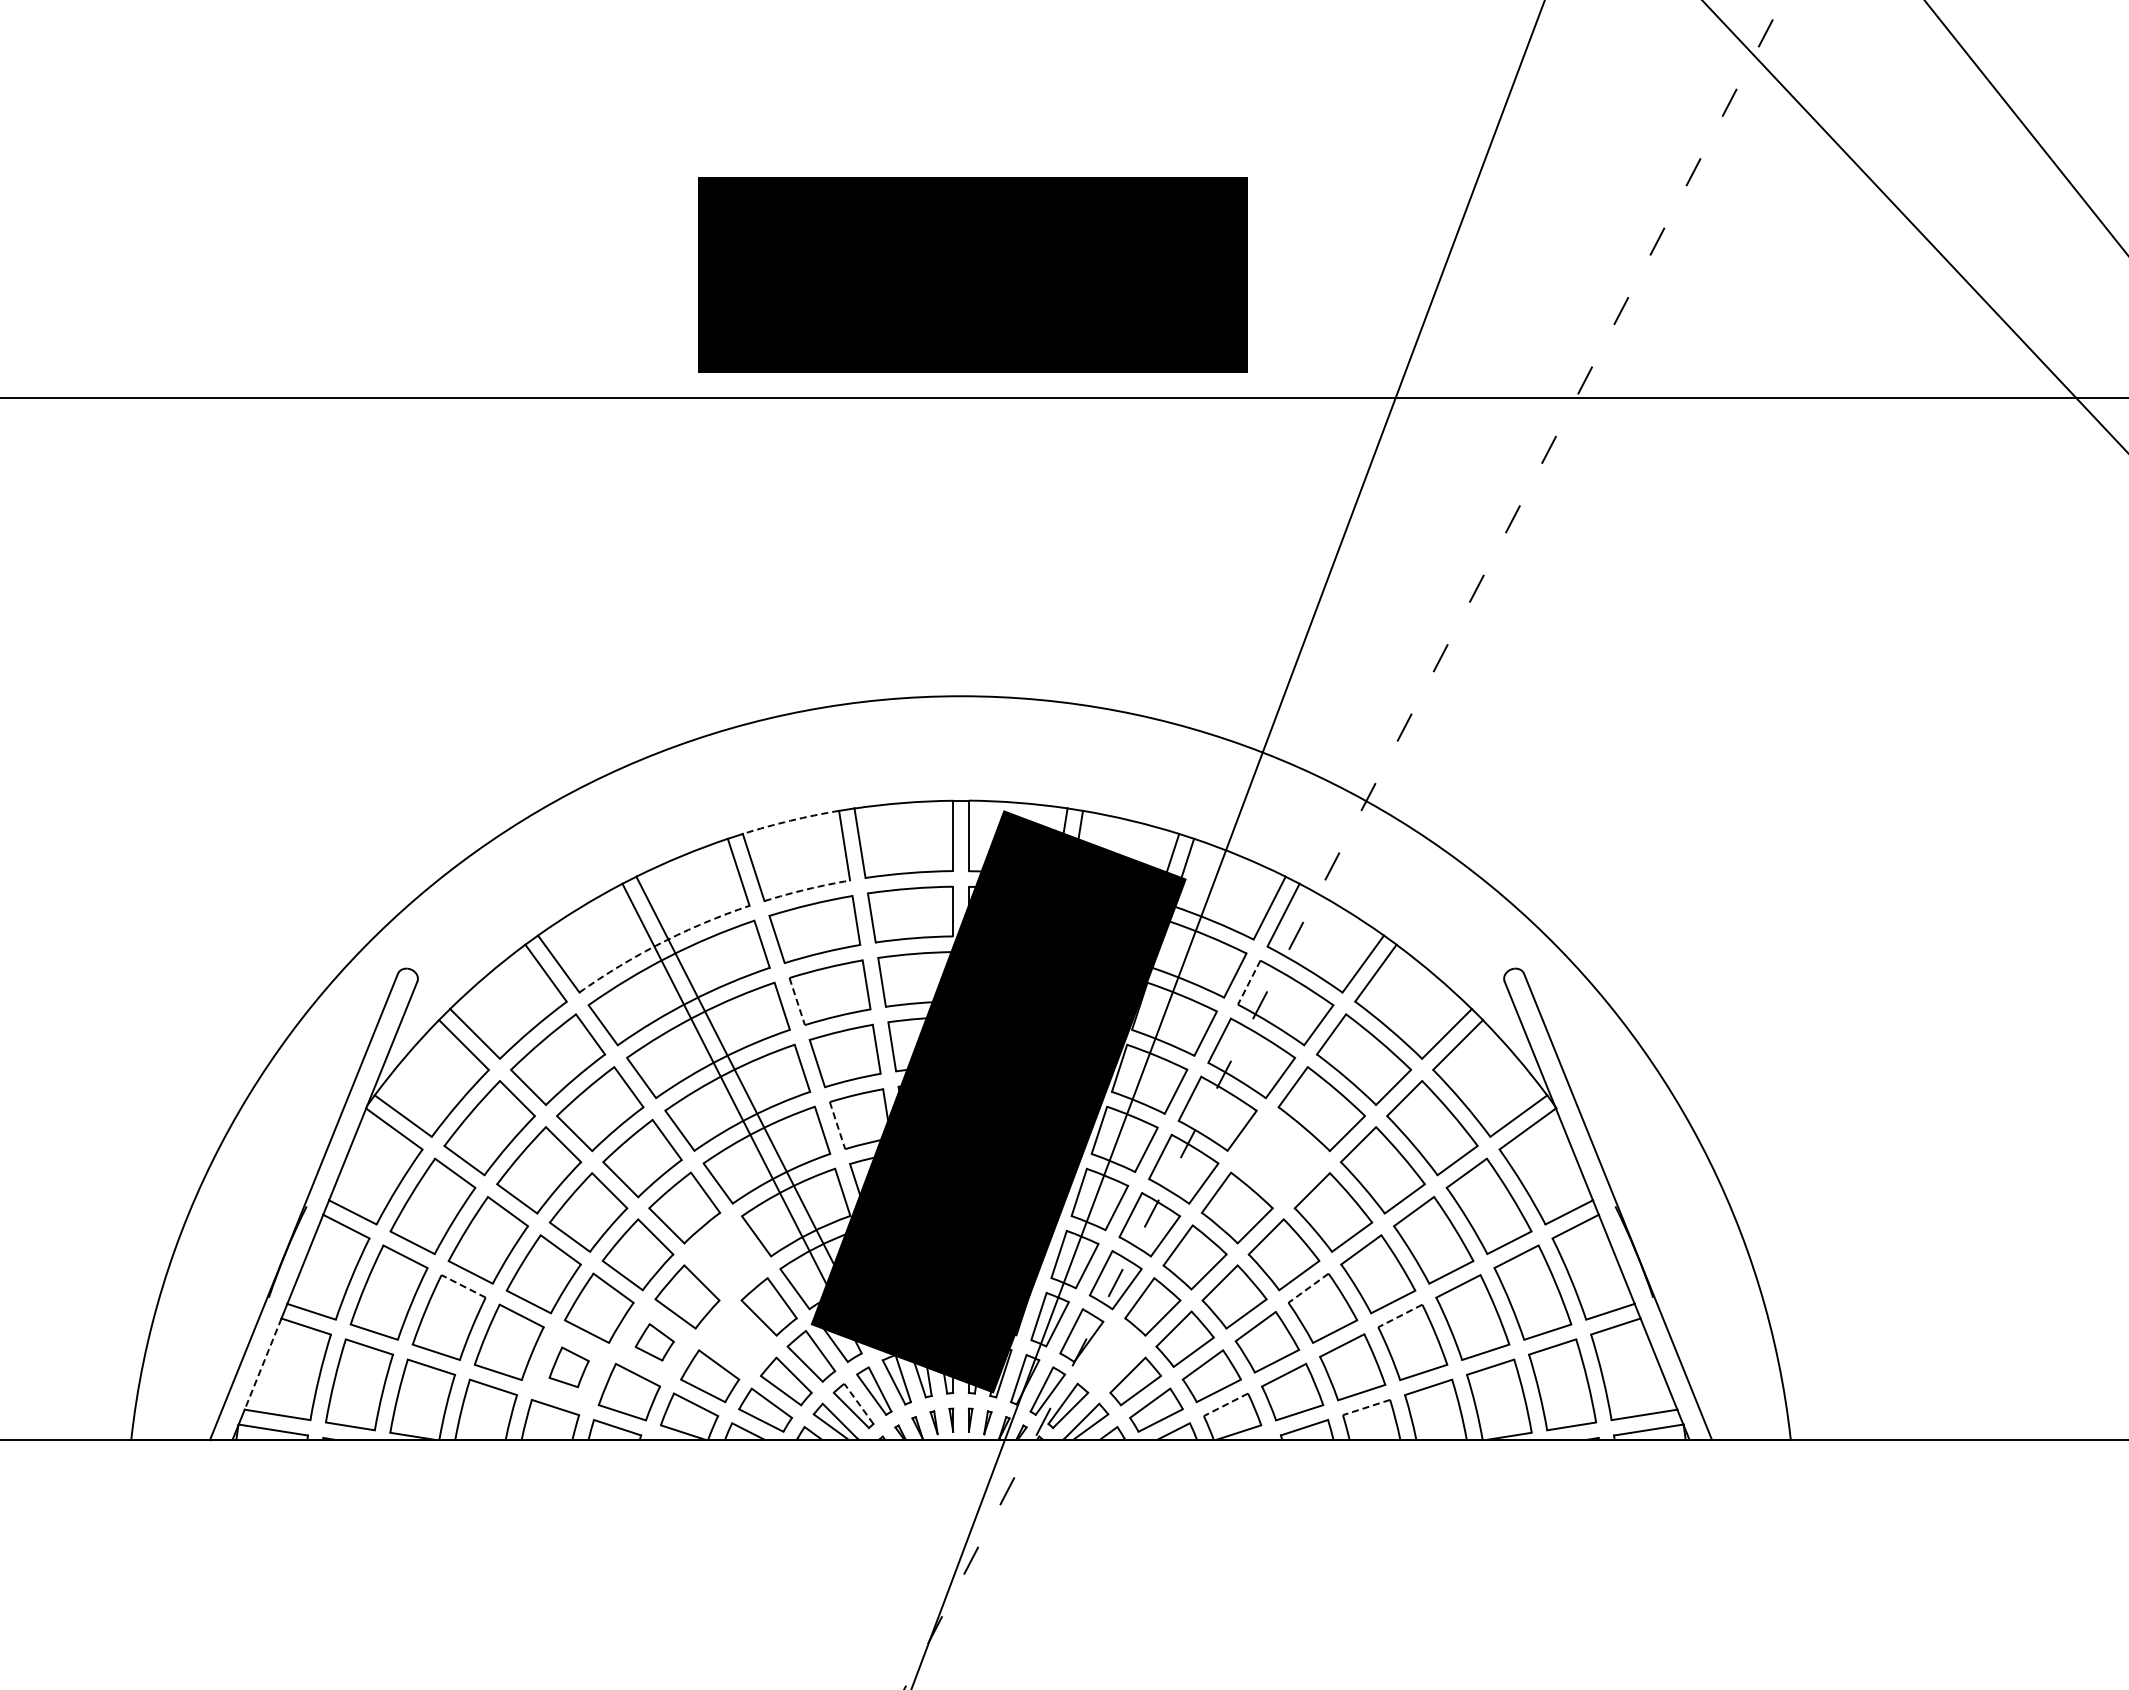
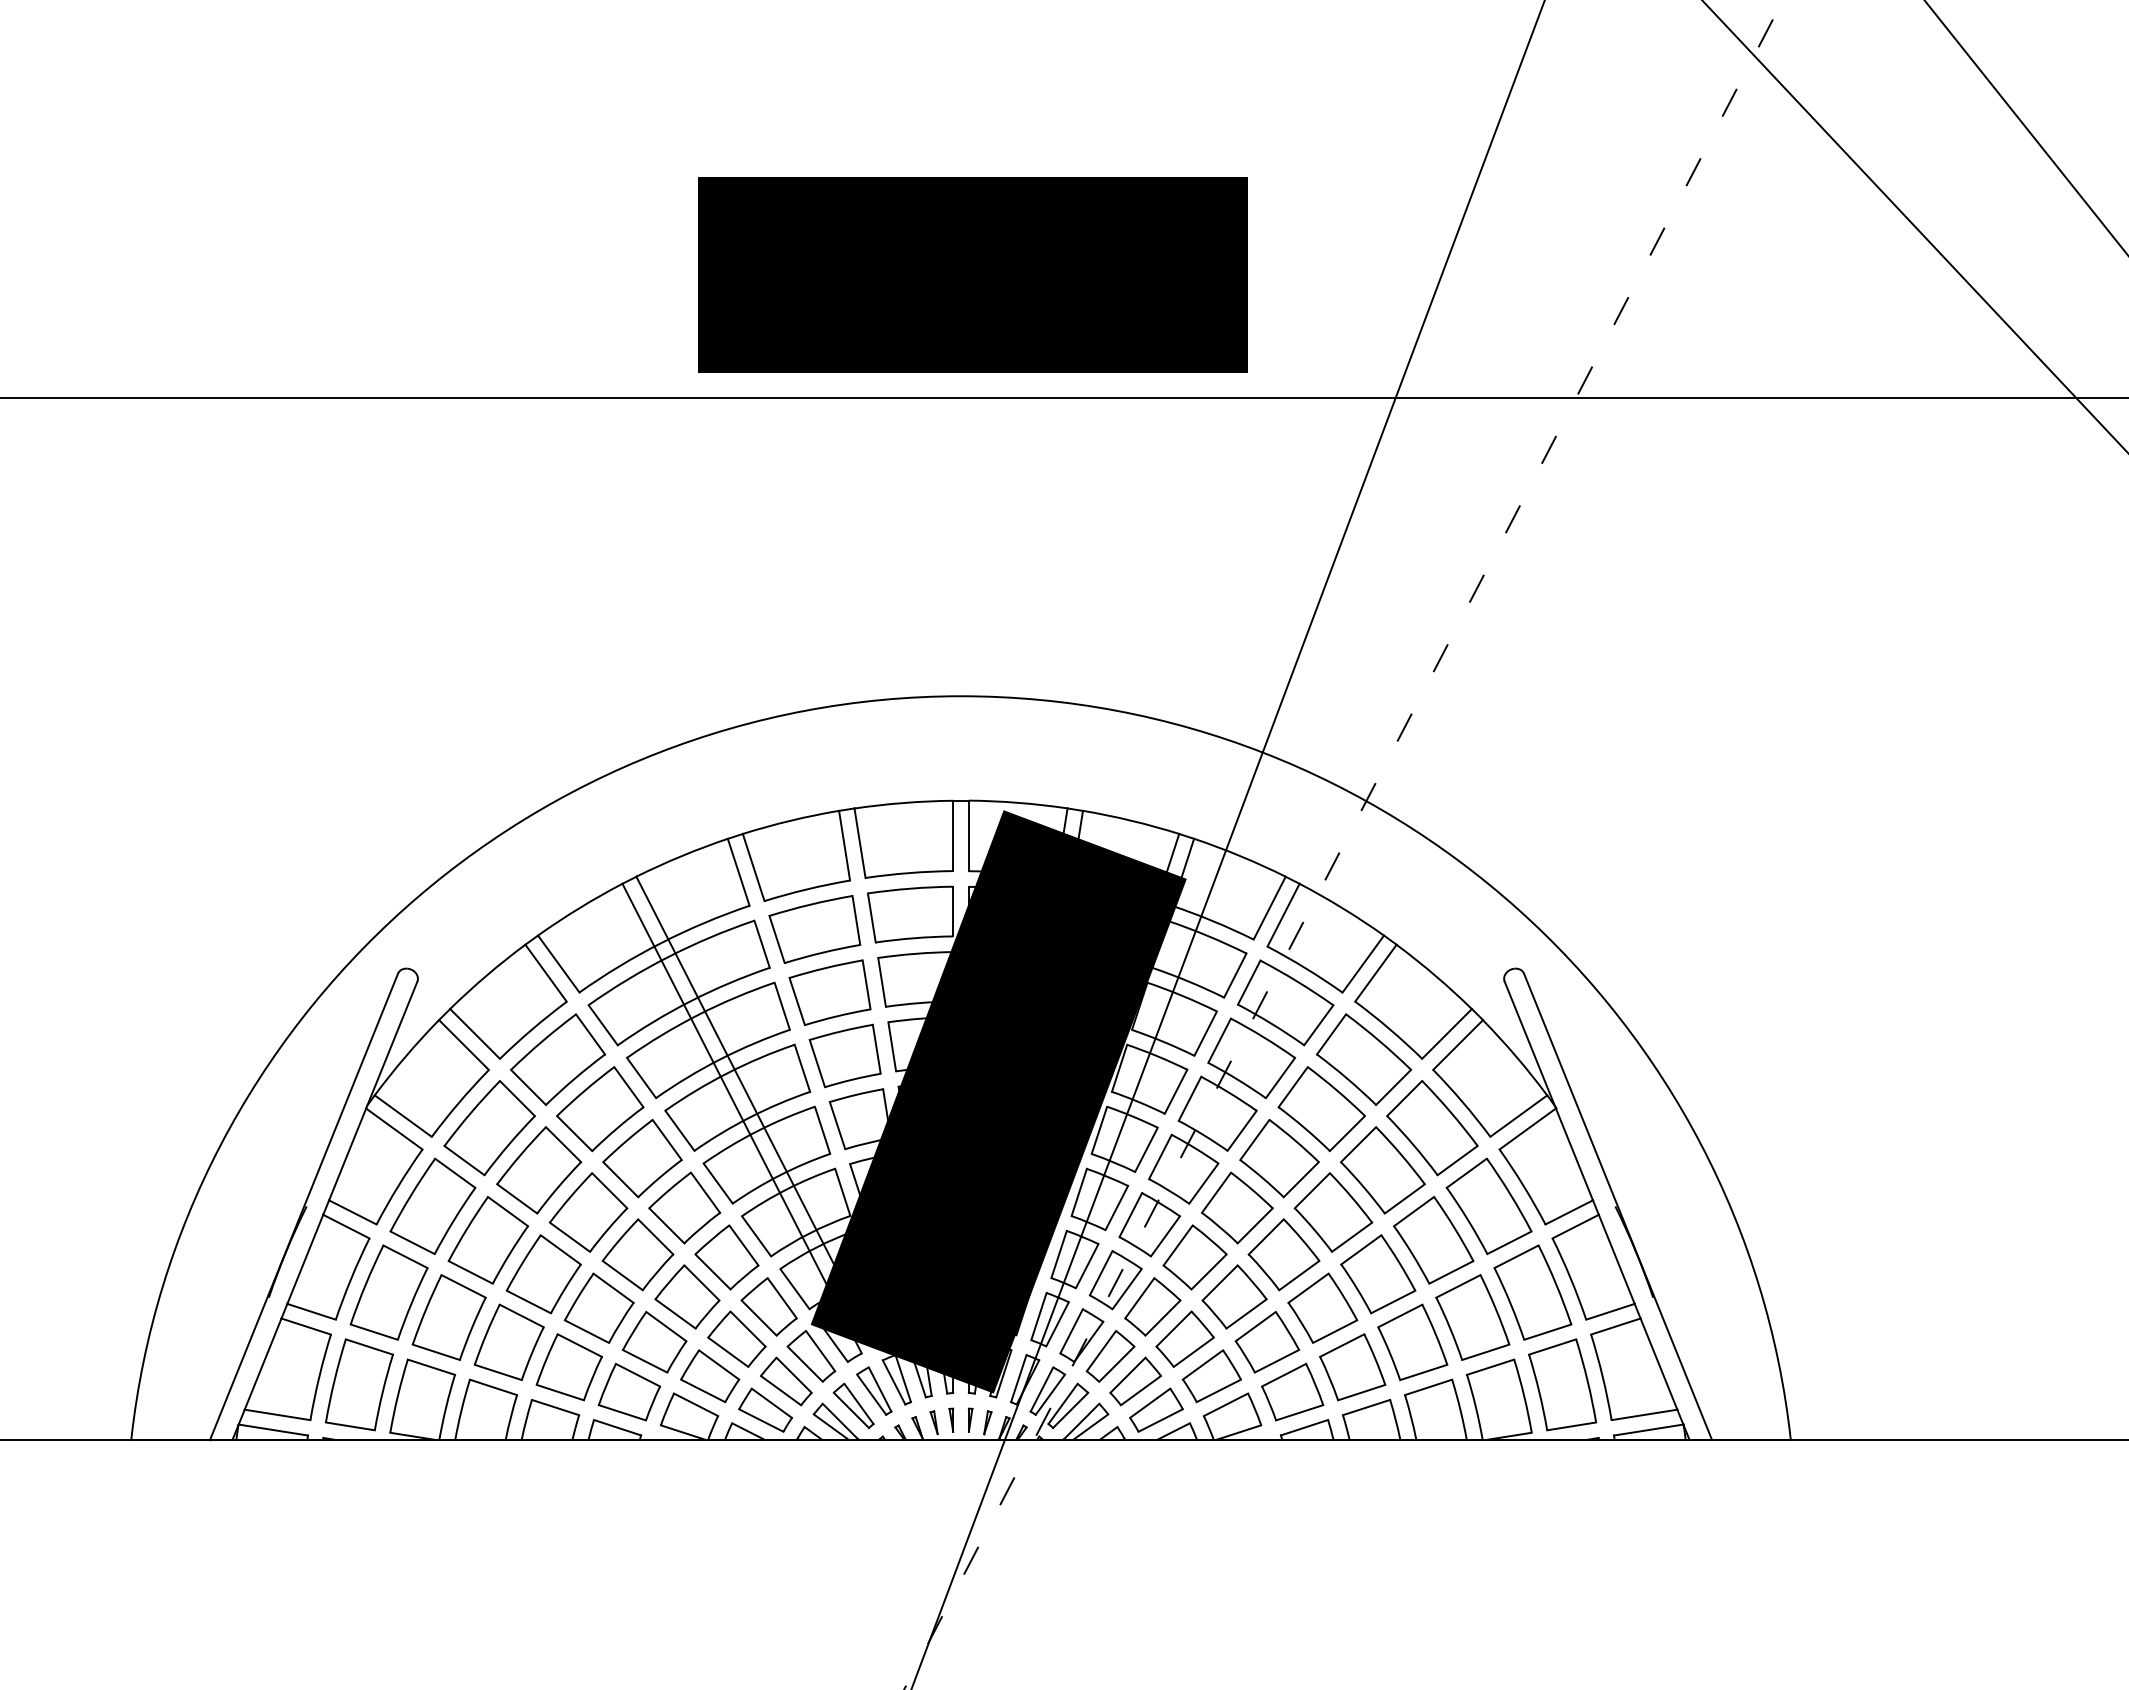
arc at (790, 820): dashed -> solid
arc at (807, 889): dashed -> solid
arc at (661, 942): dashed -> solid
line at (1249, 982): dashed -> solid
line at (797, 1001): dashed -> solid
line at (837, 1125): dashed -> solid
part at (1279, 1158): none -> present
part at (726, 1257): none -> present
line at (463, 1286): dashed -> solid
line at (1308, 1288): dashed -> solid
line at (1400, 1315): dashed -> solid
part at (736, 1338): none -> present
part at (654, 1342) size: 41x39 px -> 66x63 px
part at (1110, 1356): none -> present
line at (262, 1364): dashed -> solid
part at (568, 1367) size: 42x43 px -> 68x69 px
line at (858, 1403): dashed -> solid
line at (1226, 1404): dashed -> solid
line at (1366, 1407): dashed -> solid
